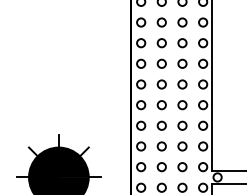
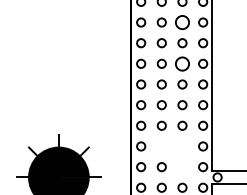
circle at (182, 22) size: 11x11 px -> 15x16 px
circle at (182, 63) size: 11x11 px -> 15x16 px
circle at (161, 146): present -> none
circle at (182, 146): present -> none
circle at (182, 167): present -> none
